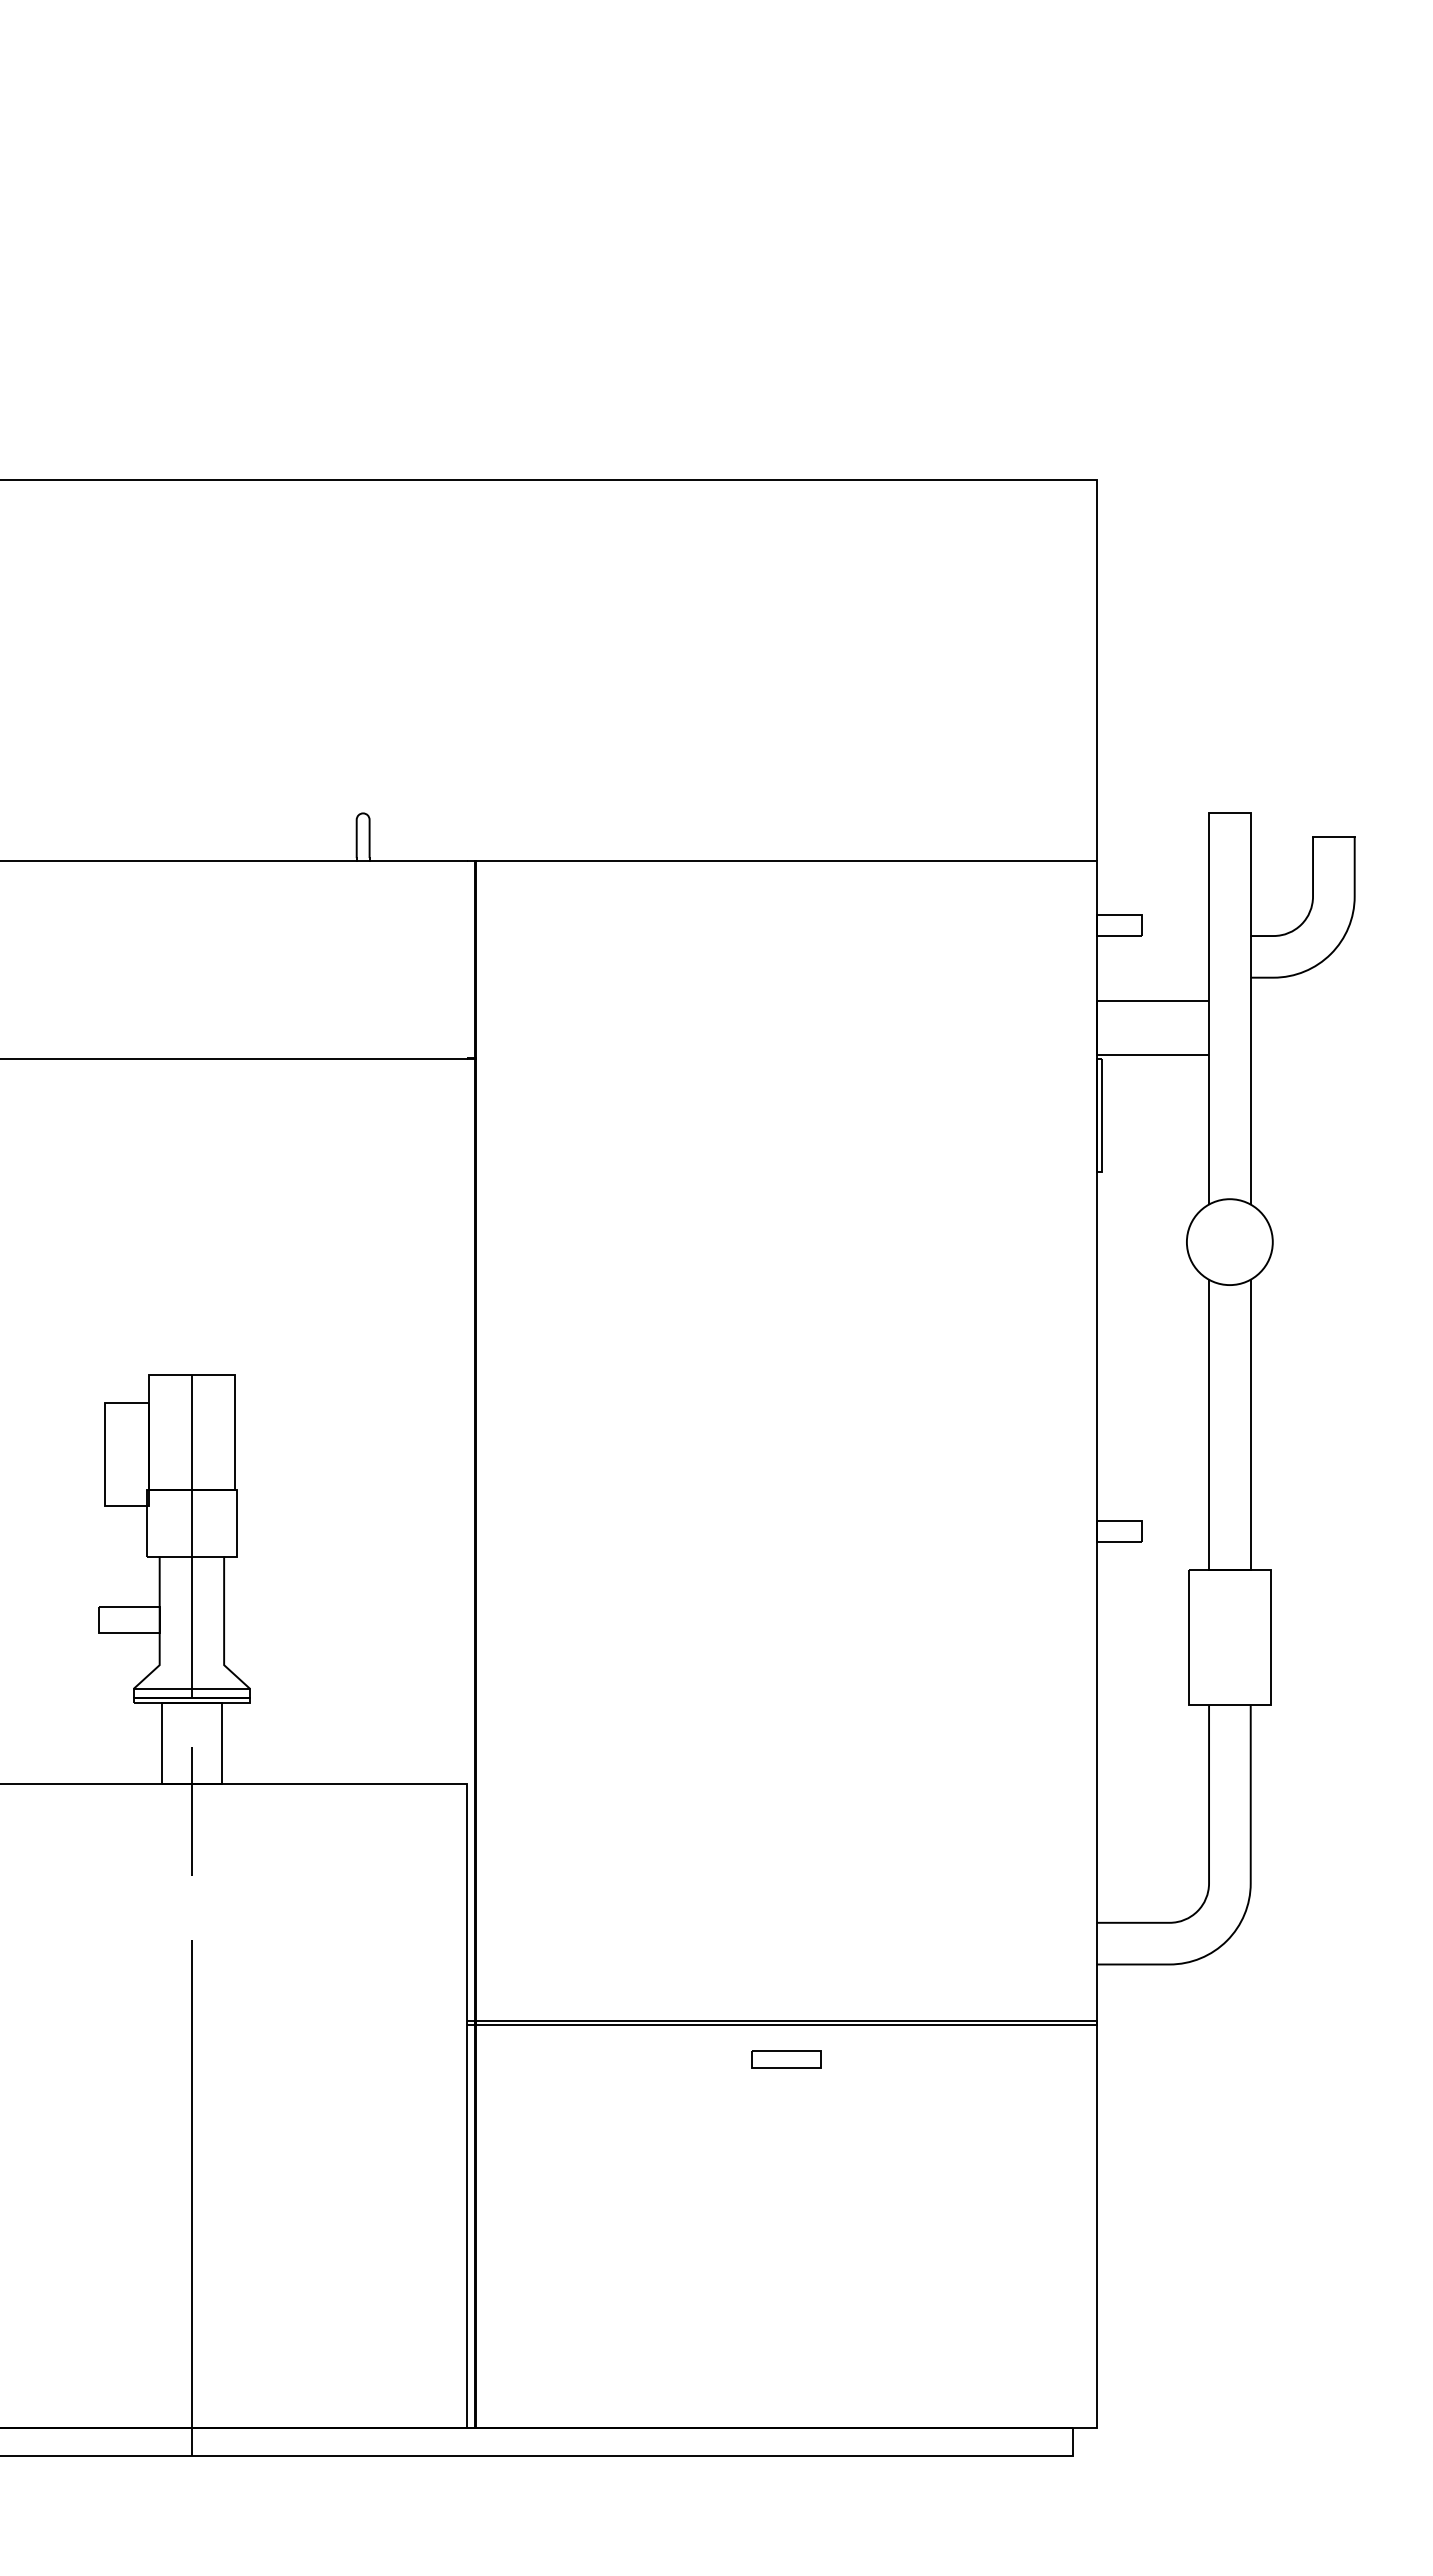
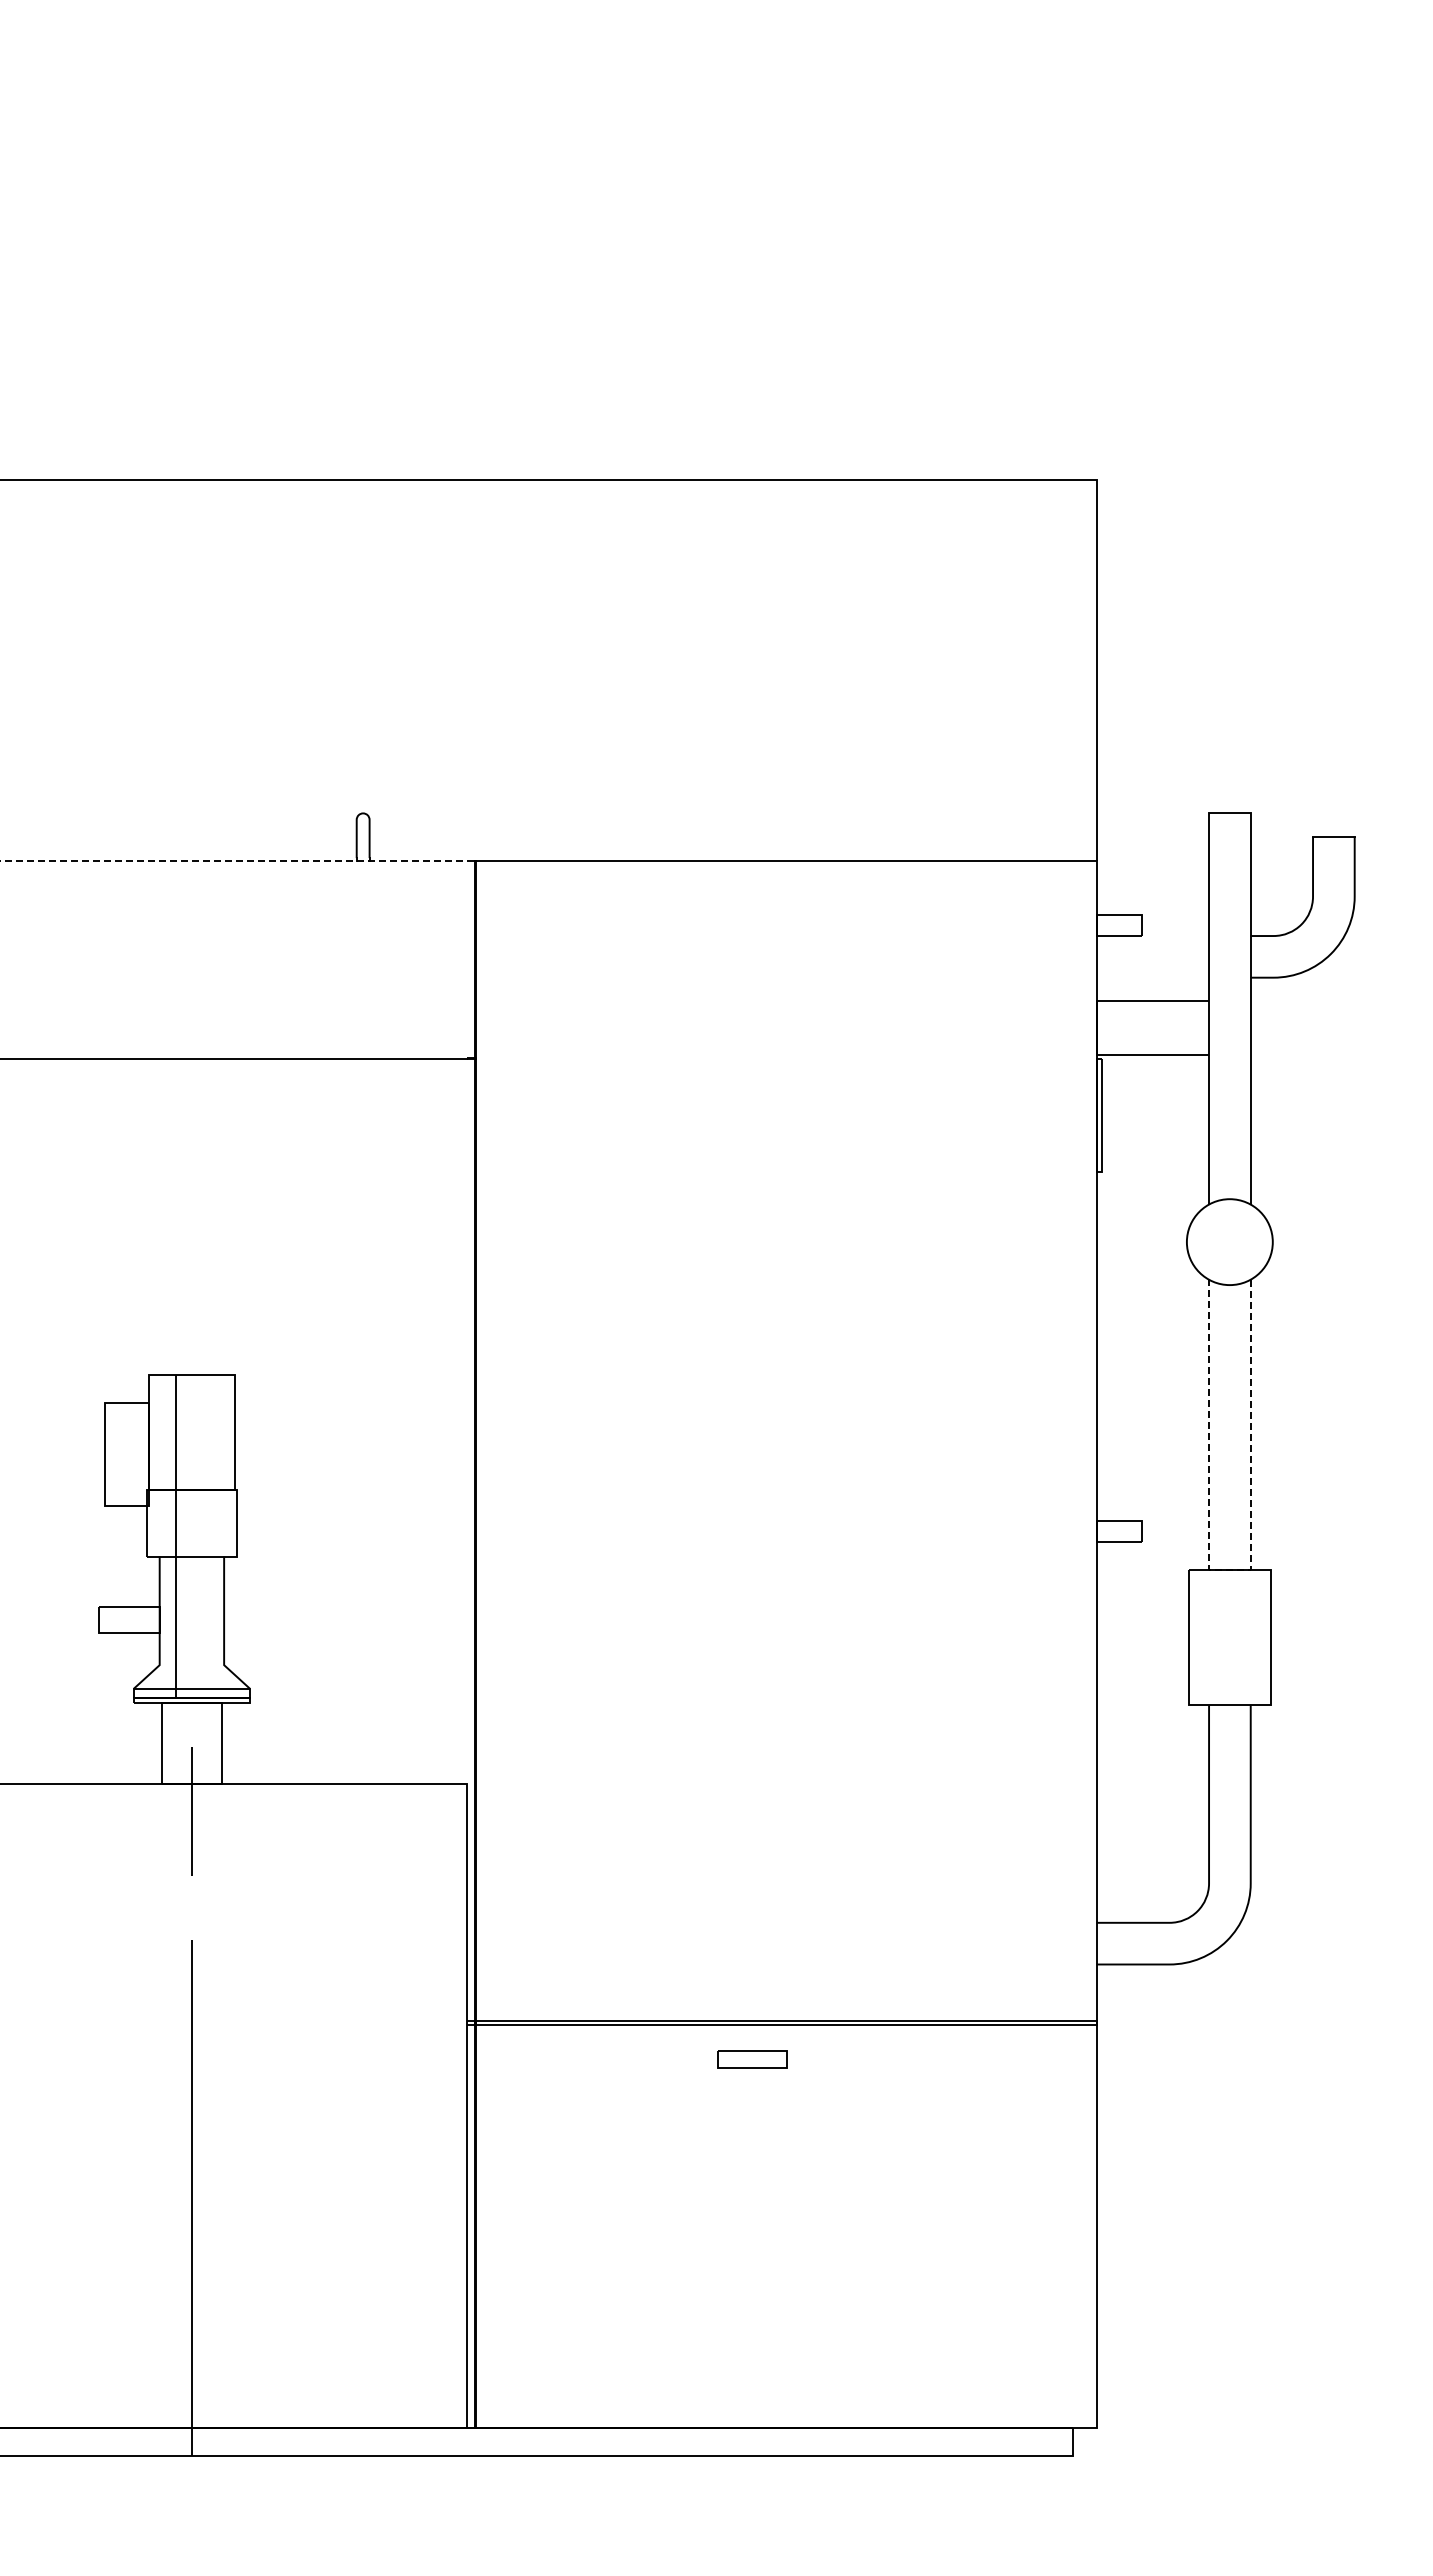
line at (233, 861): solid -> dashed
line at (191, 1535) position: (191, 1535) -> (175, 1535)
line at (1229, 1570): solid -> dashed
part at (786, 2059) position: (786, 2059) -> (752, 2059)
